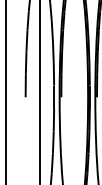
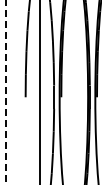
line at (5, 92): solid -> dashed
